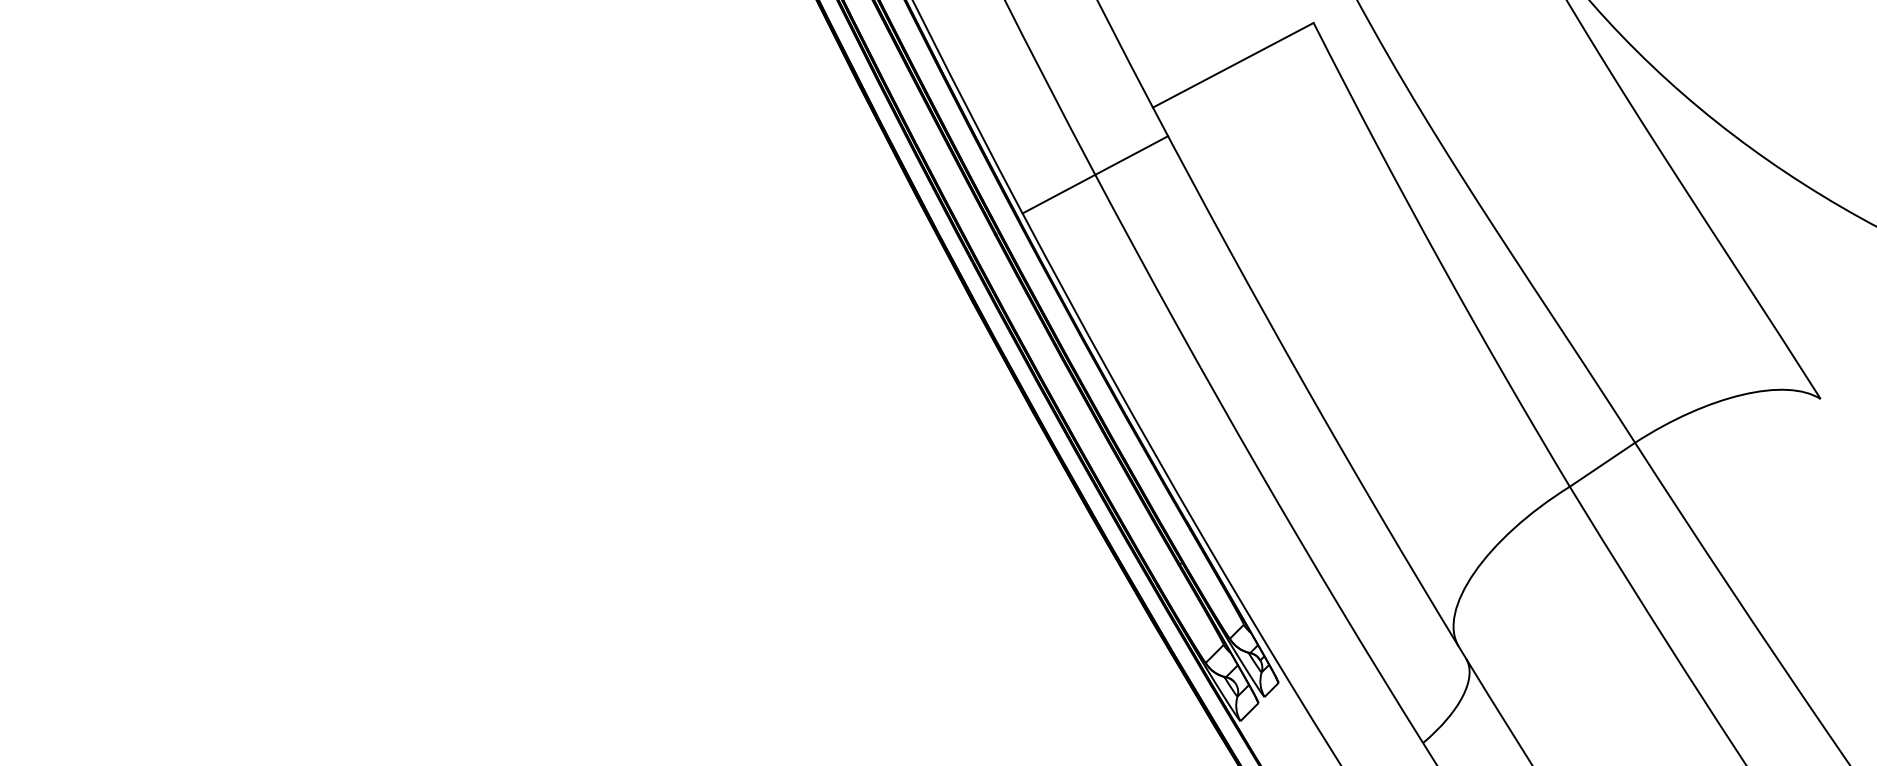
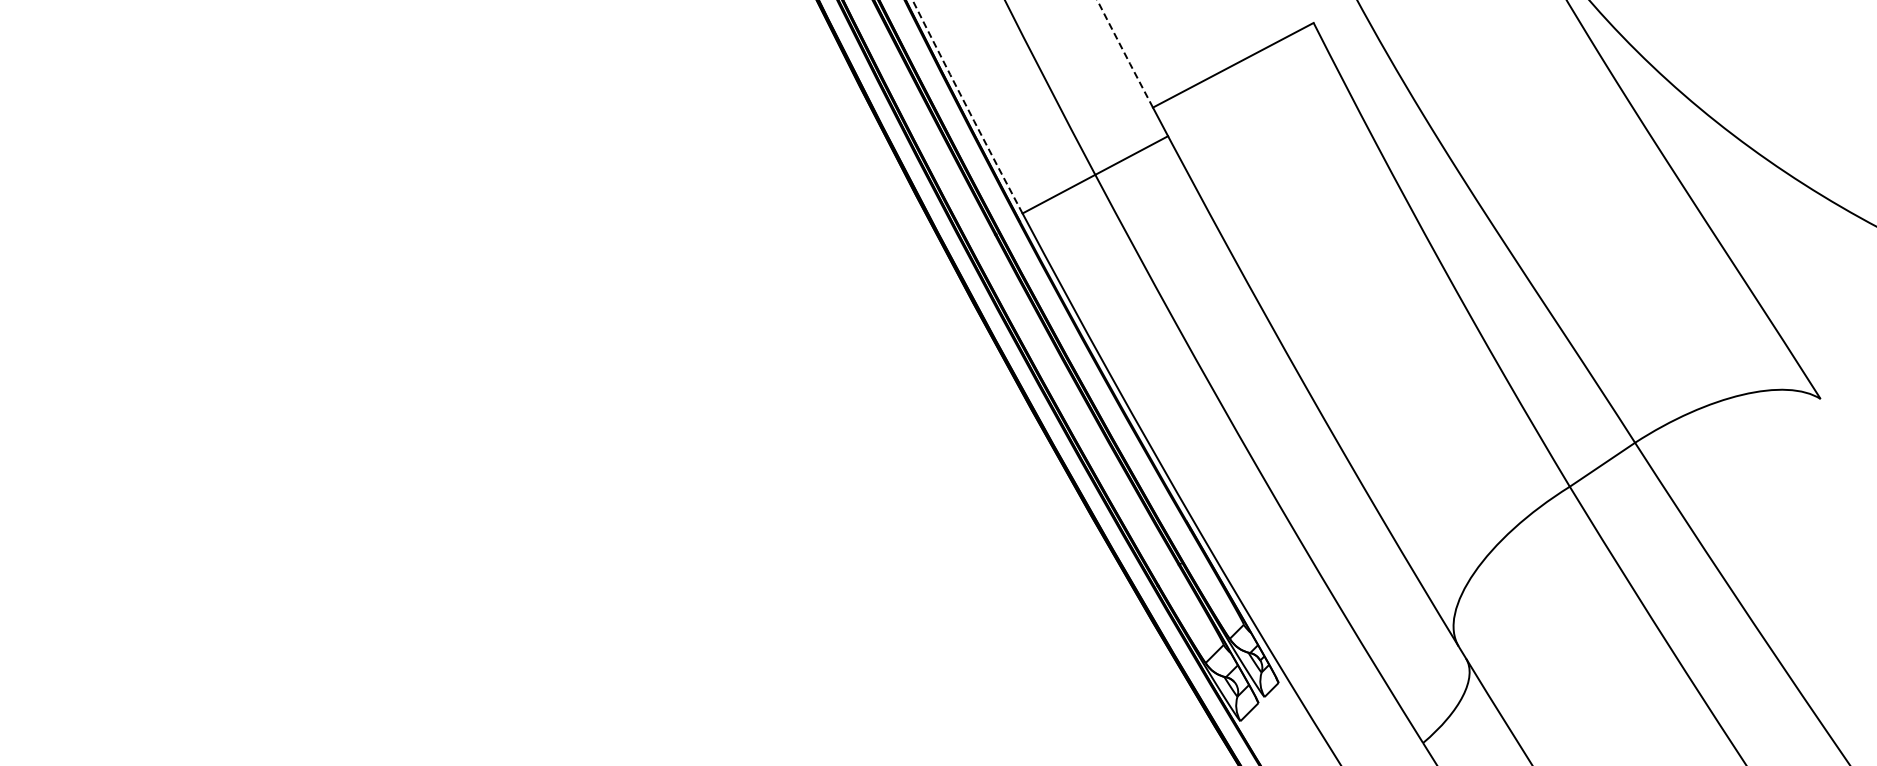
arc at (1124, 53): solid -> dashed
arc at (966, 106): solid -> dashed
